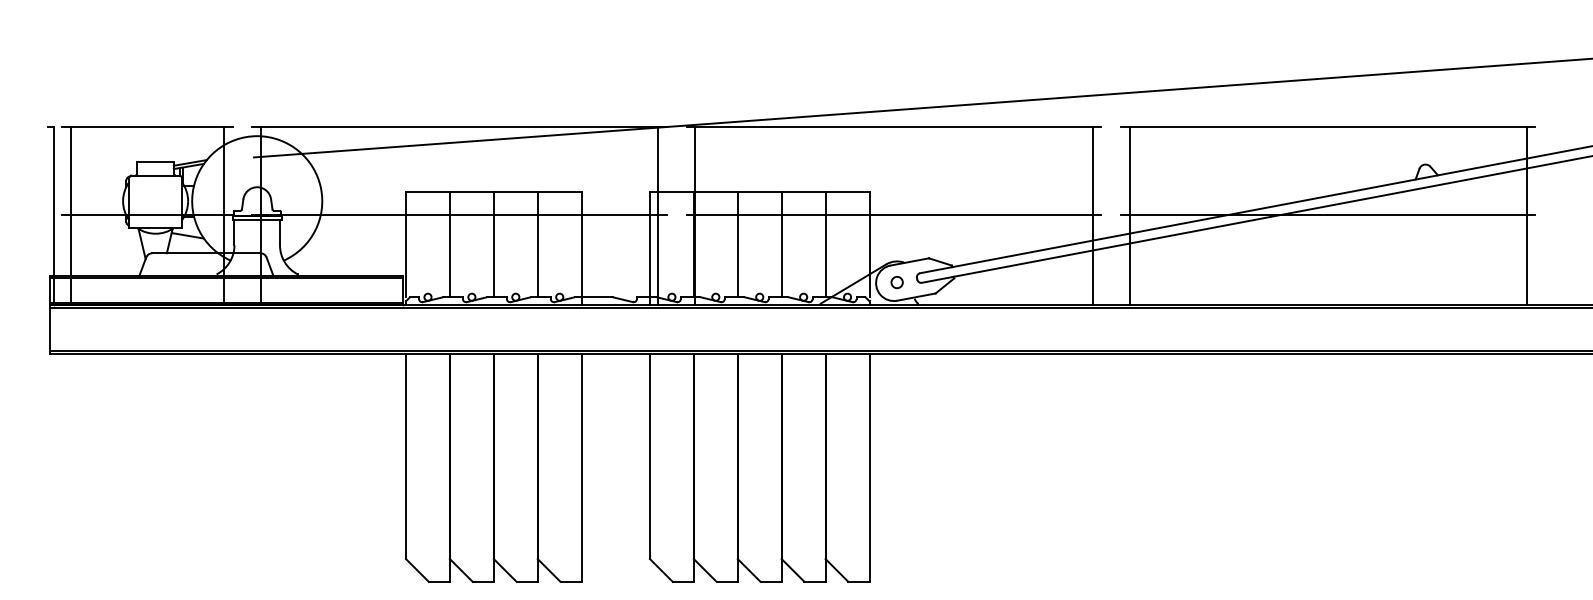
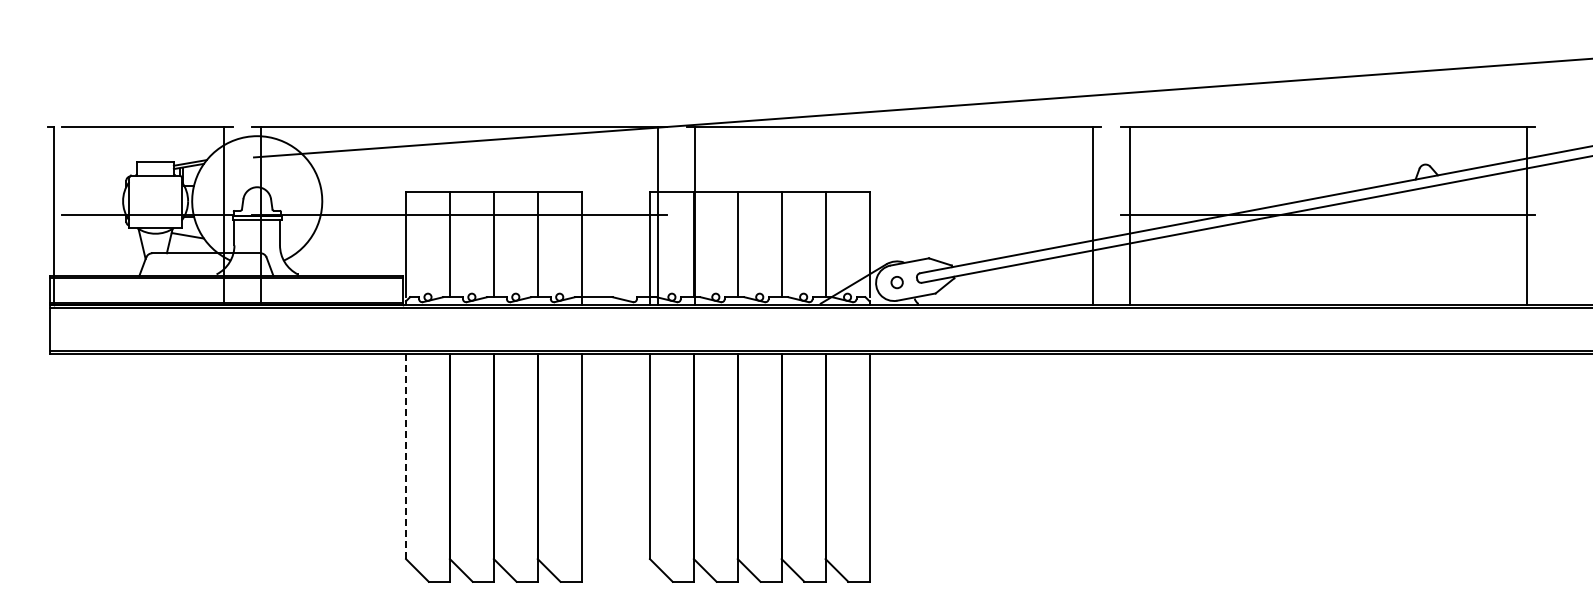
line at (893, 215): present -> none
line at (70, 216): present -> none
line at (406, 456): solid -> dashed
